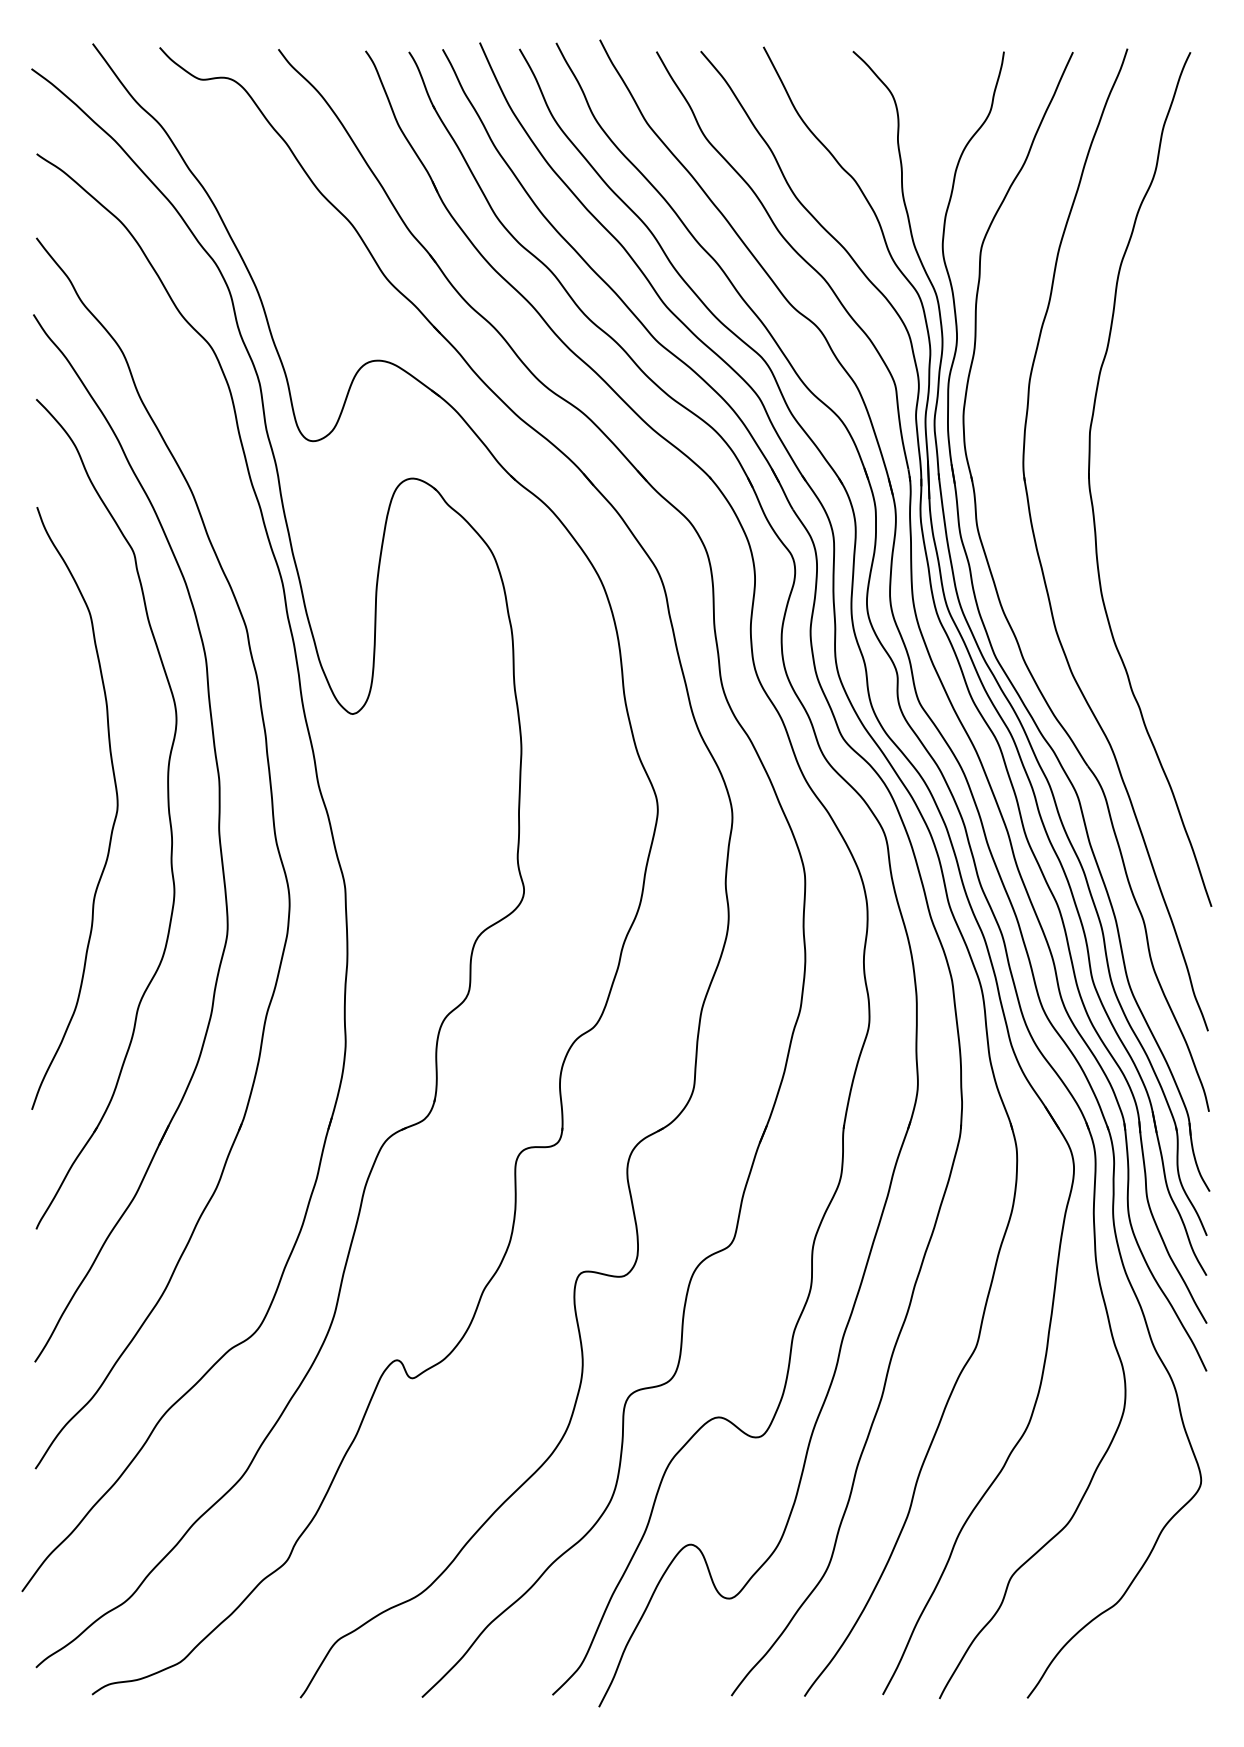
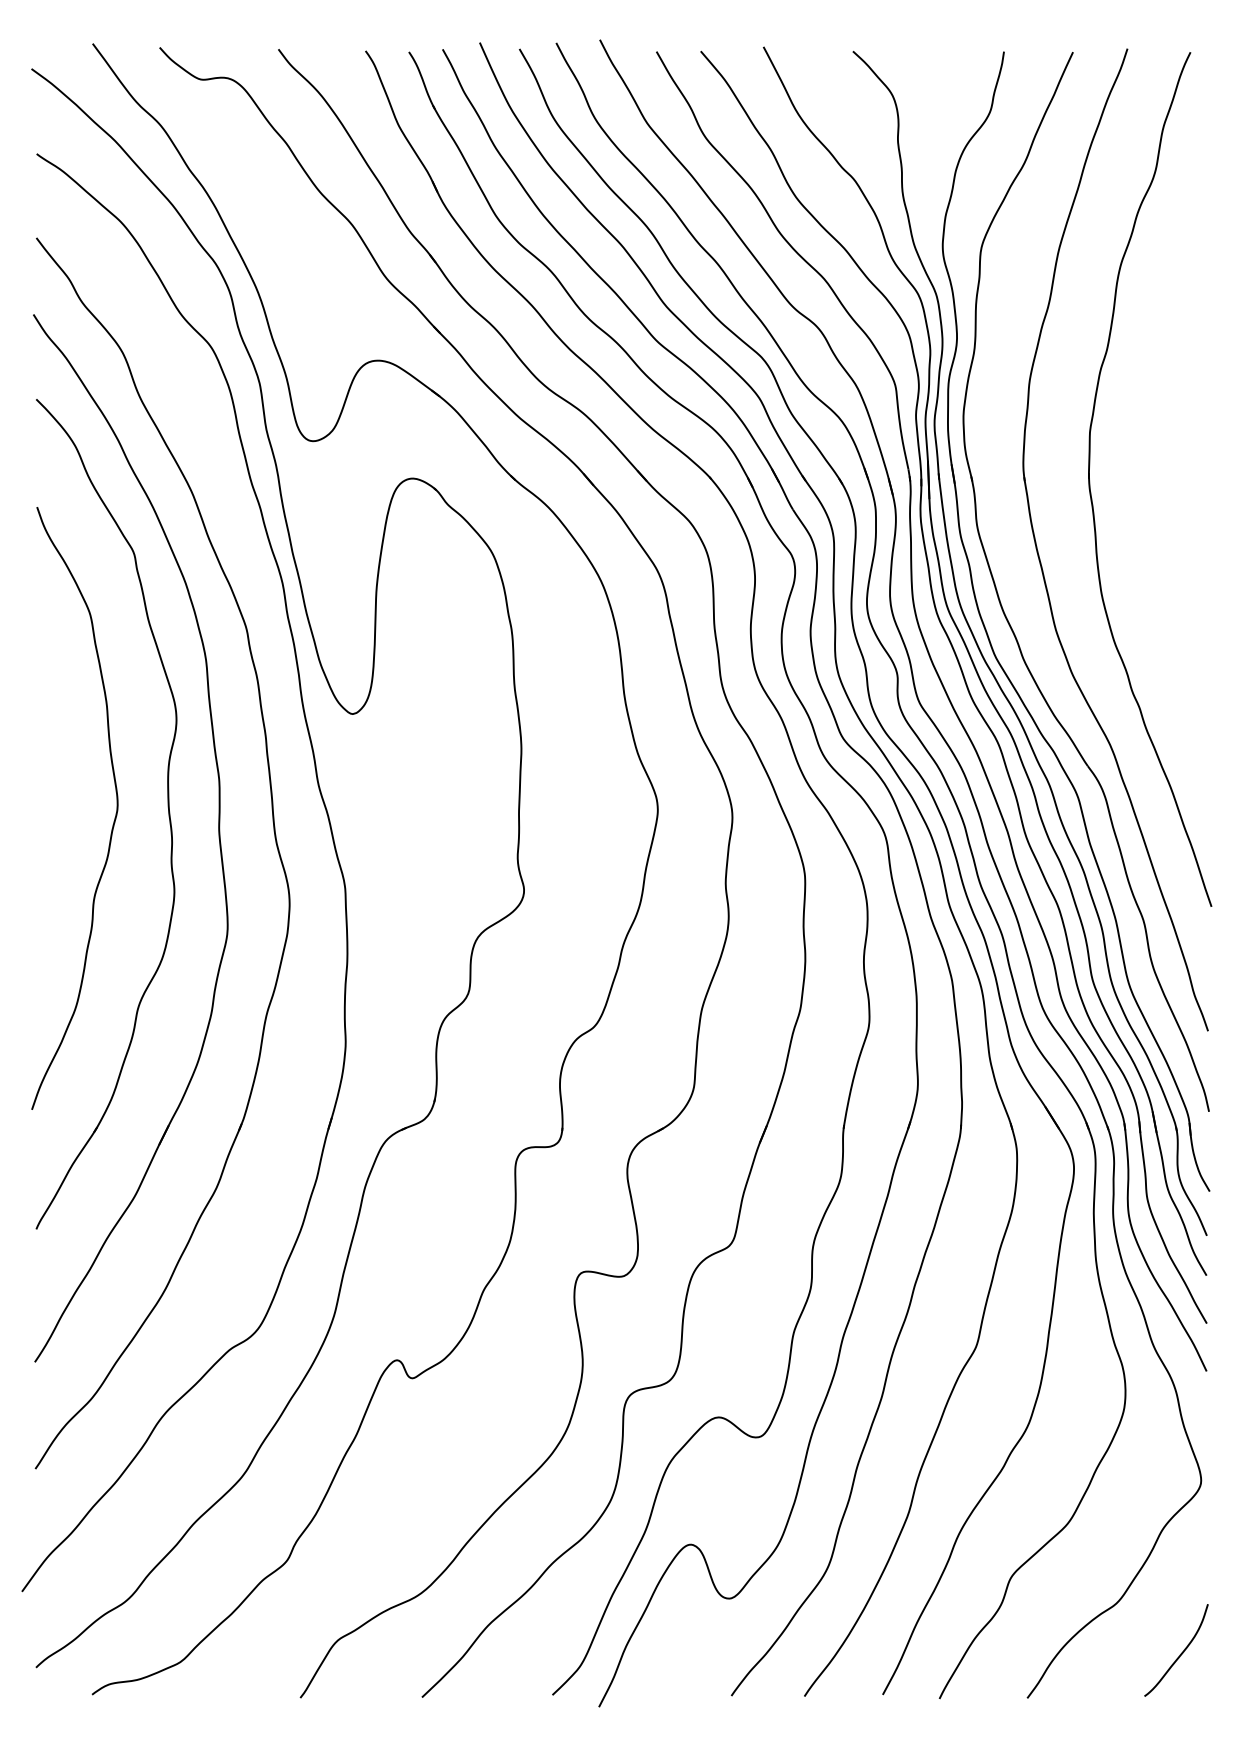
curve at (1180, 1653): none -> present
